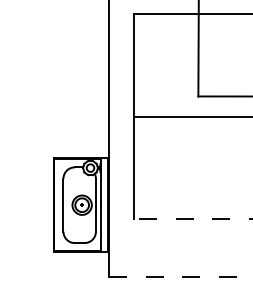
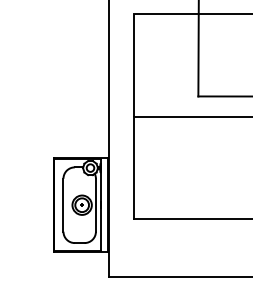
line at (192, 219): dashed -> solid
line at (181, 277): dashed -> solid
